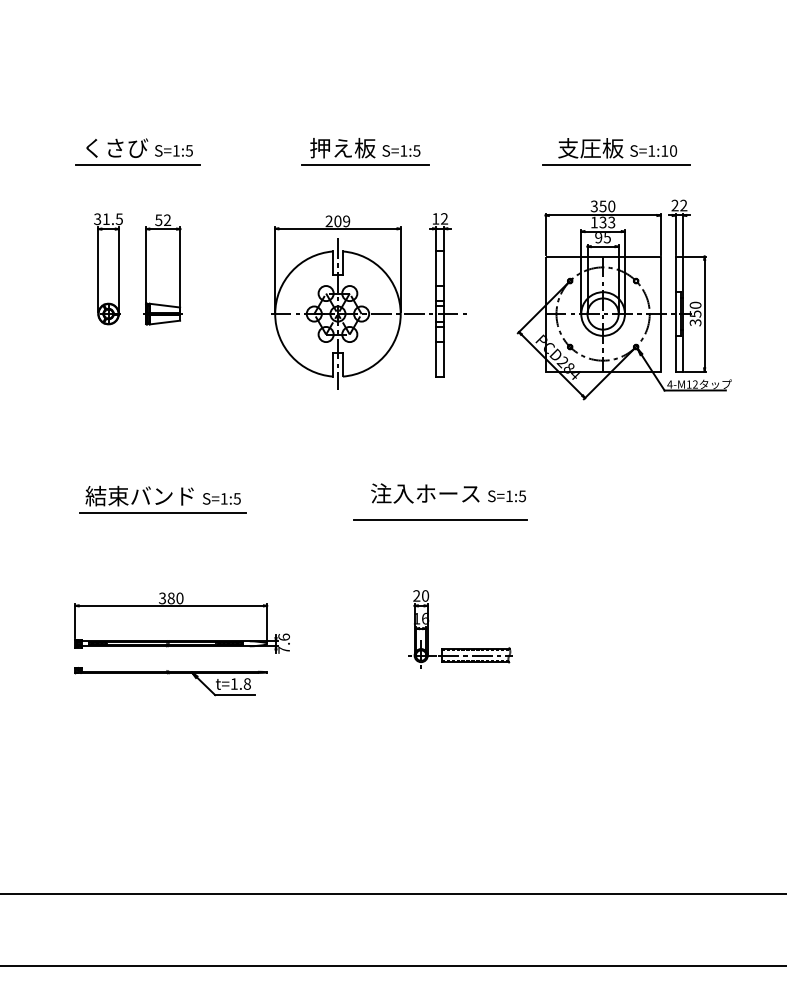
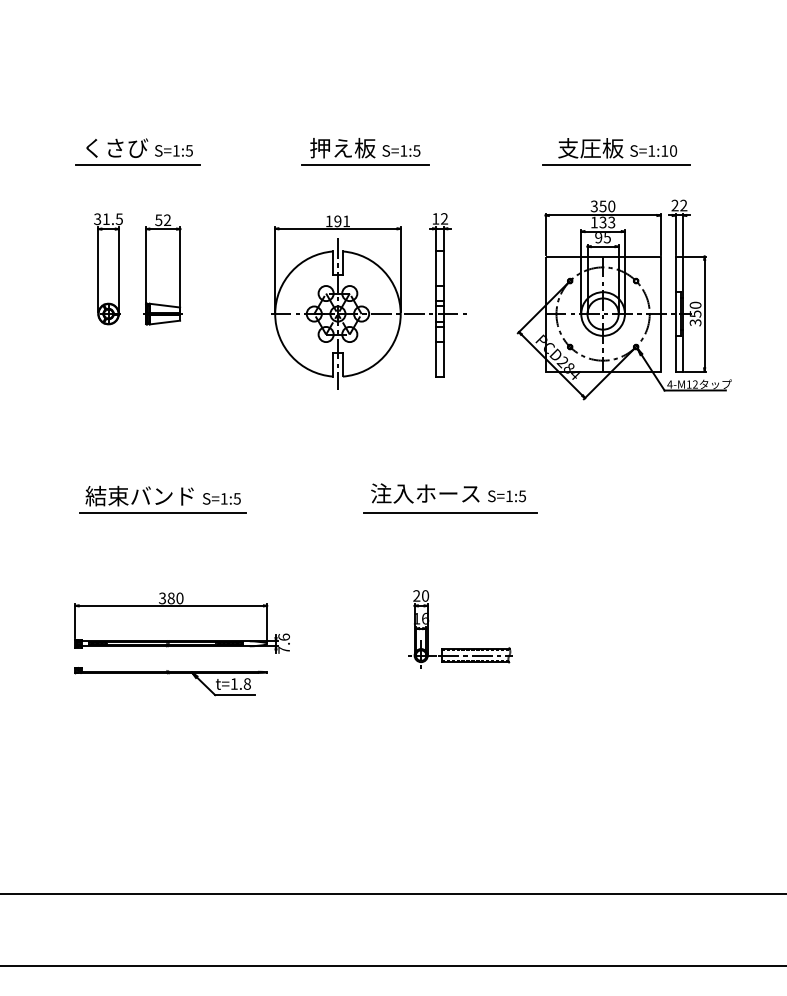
text at (337, 221): 209 -> 191
line at (440, 519) position: (440, 519) -> (450, 512)
